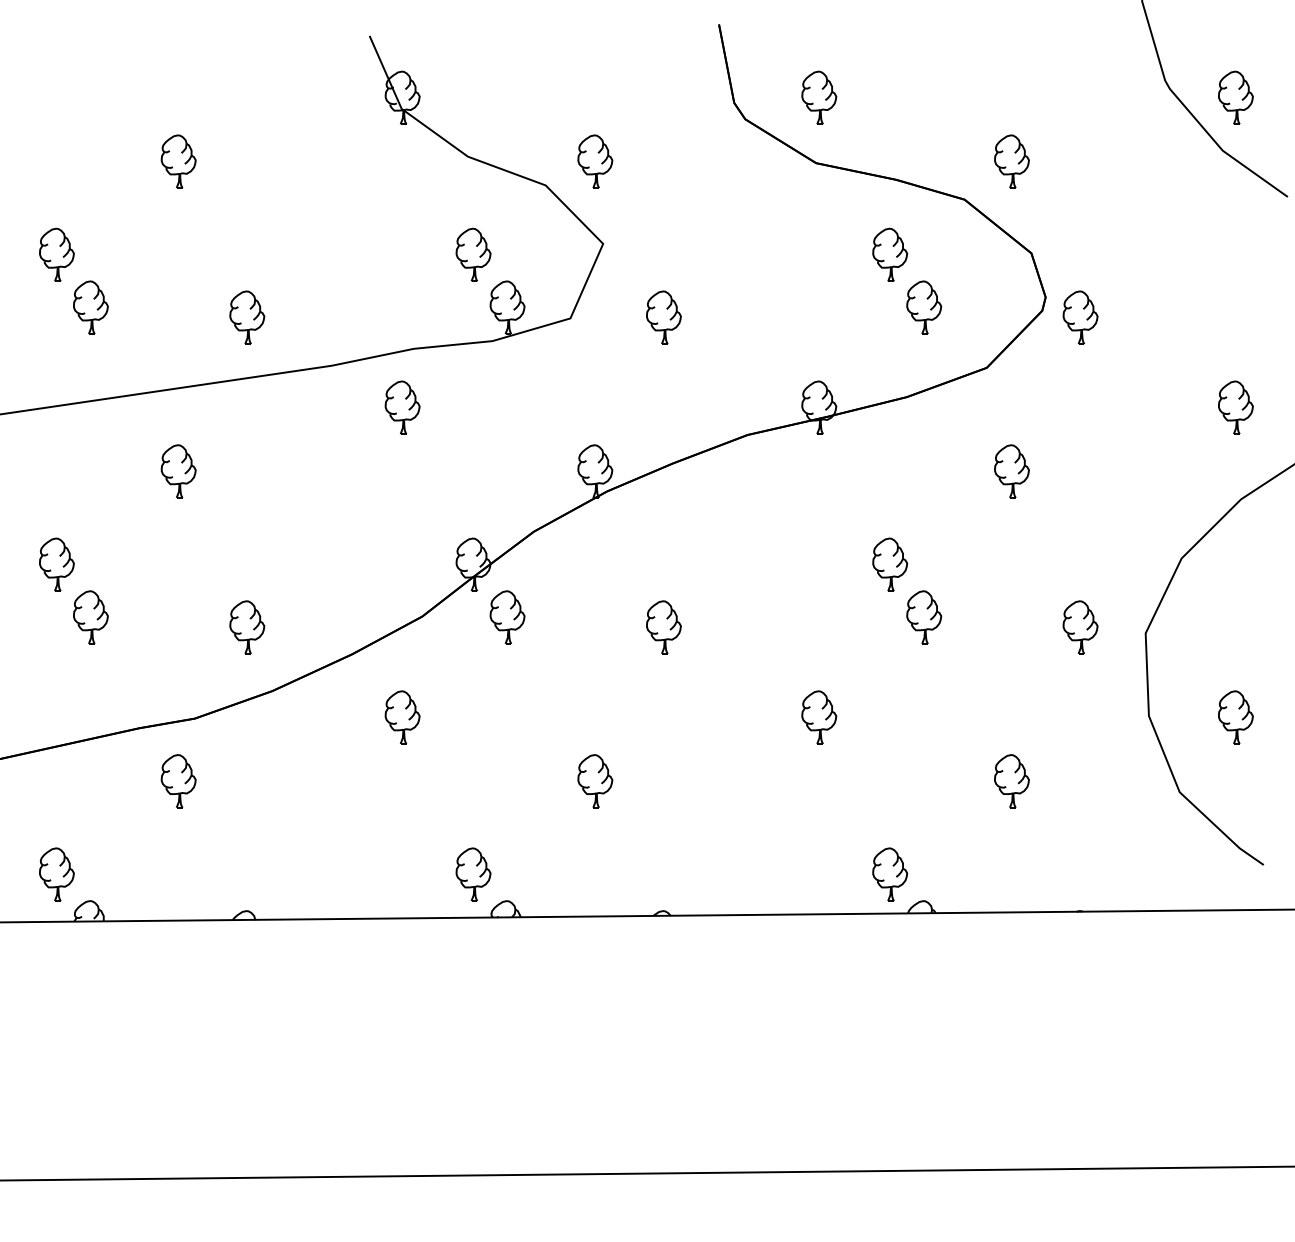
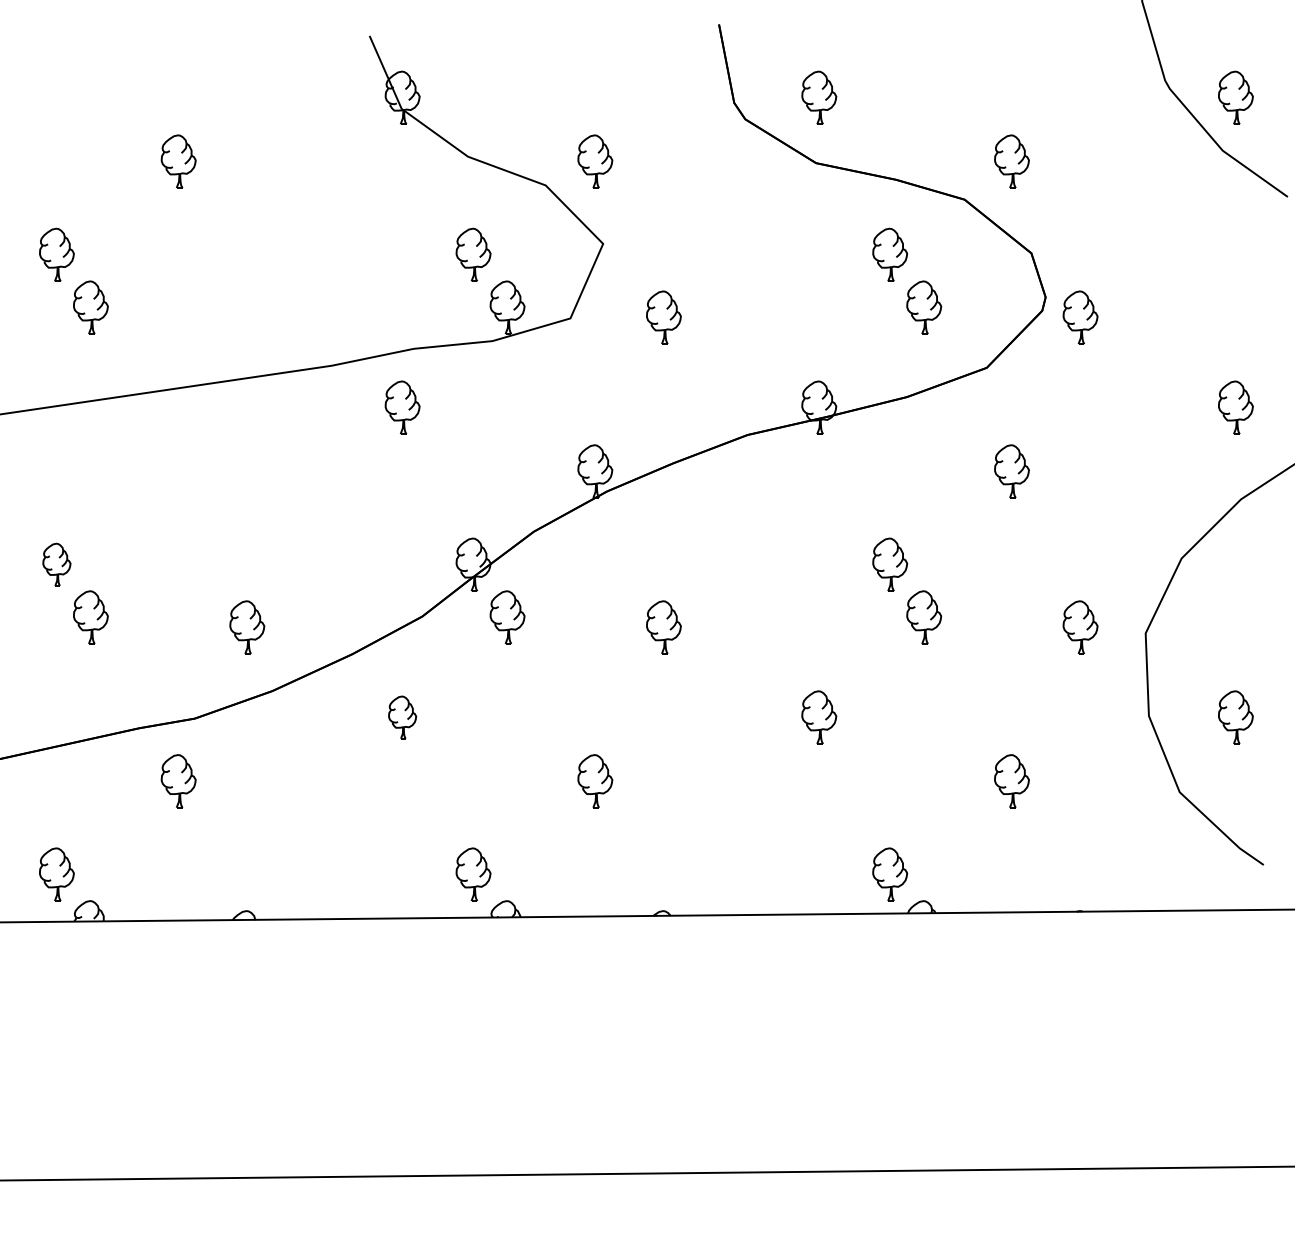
part at (247, 317): present -> none
part at (178, 471): present -> none
part at (56, 564) size: 36x55 px -> 30x45 px
part at (402, 717) size: 37x55 px -> 30x45 px
